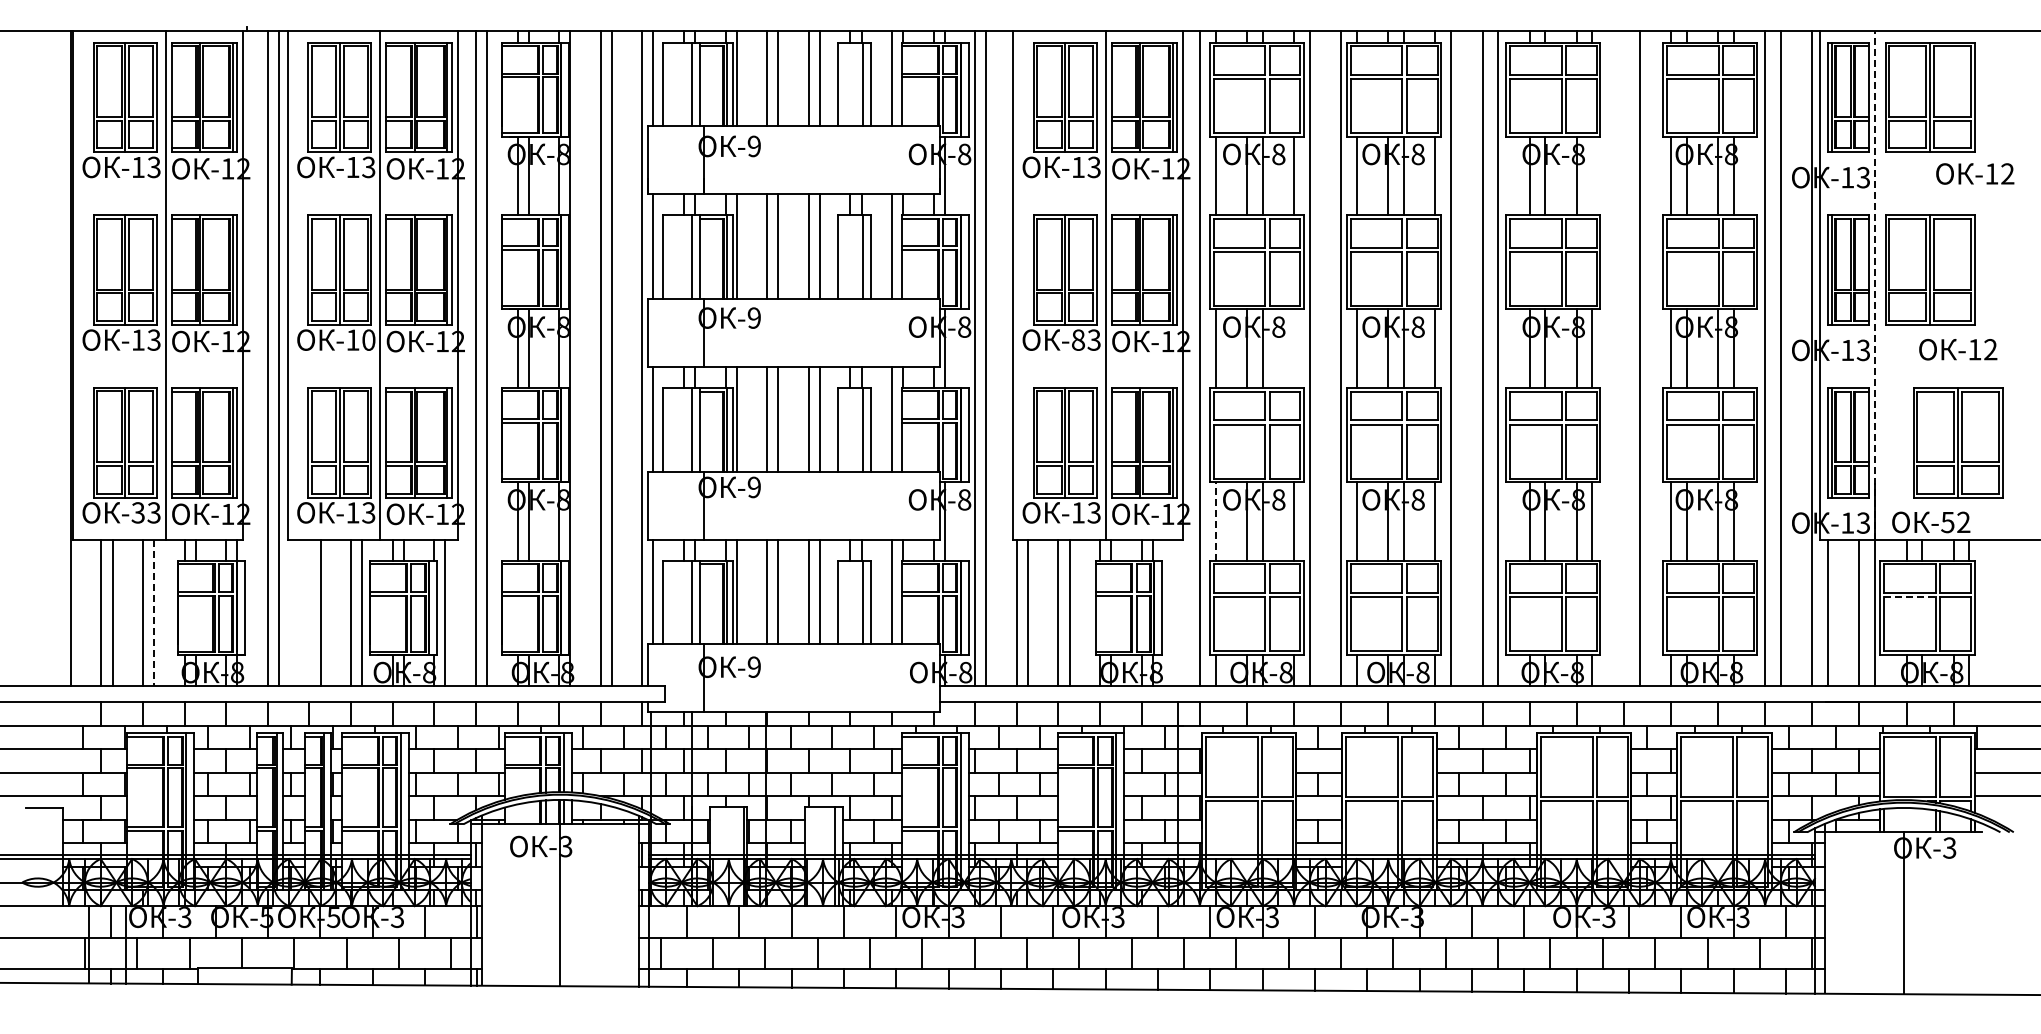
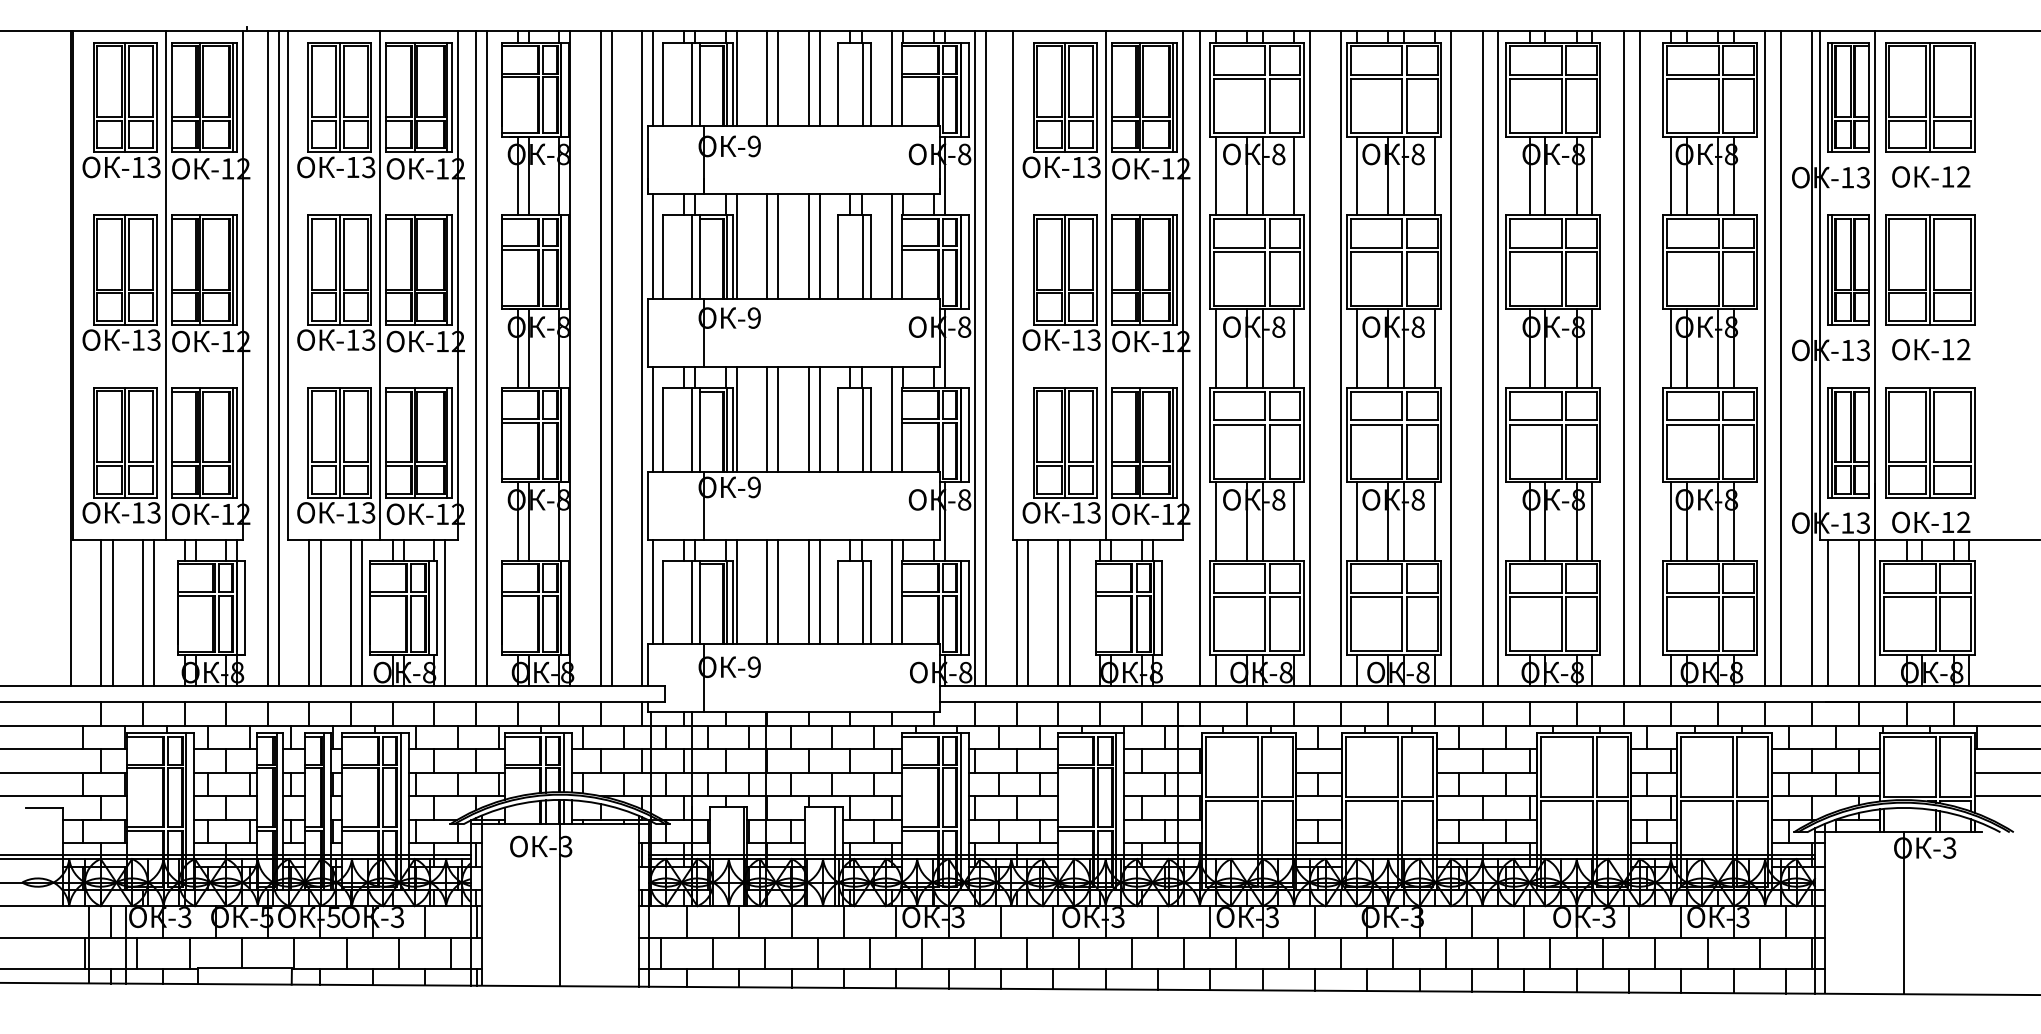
text at (1975, 173) position: (1975, 173) -> (1931, 176)
line at (1592, 175): none -> present
line at (1875, 284): dashed -> solid
text at (368, 339): -10 -> -13
text at (1078, 339): -83 -> -13
line at (1294, 348): none -> present
text at (1958, 349) position: (1958, 349) -> (1931, 349)
line at (1623, 358): none -> present
part at (1958, 442) position: (1958, 442) -> (1930, 442)
text at (137, 512): -33 -> -13
line at (1215, 520): dashed -> solid
text at (1947, 522): -52 -> -12
line at (1909, 597): dashed -> solid
line at (309, 612): none -> present
line at (154, 613): dashed -> solid
